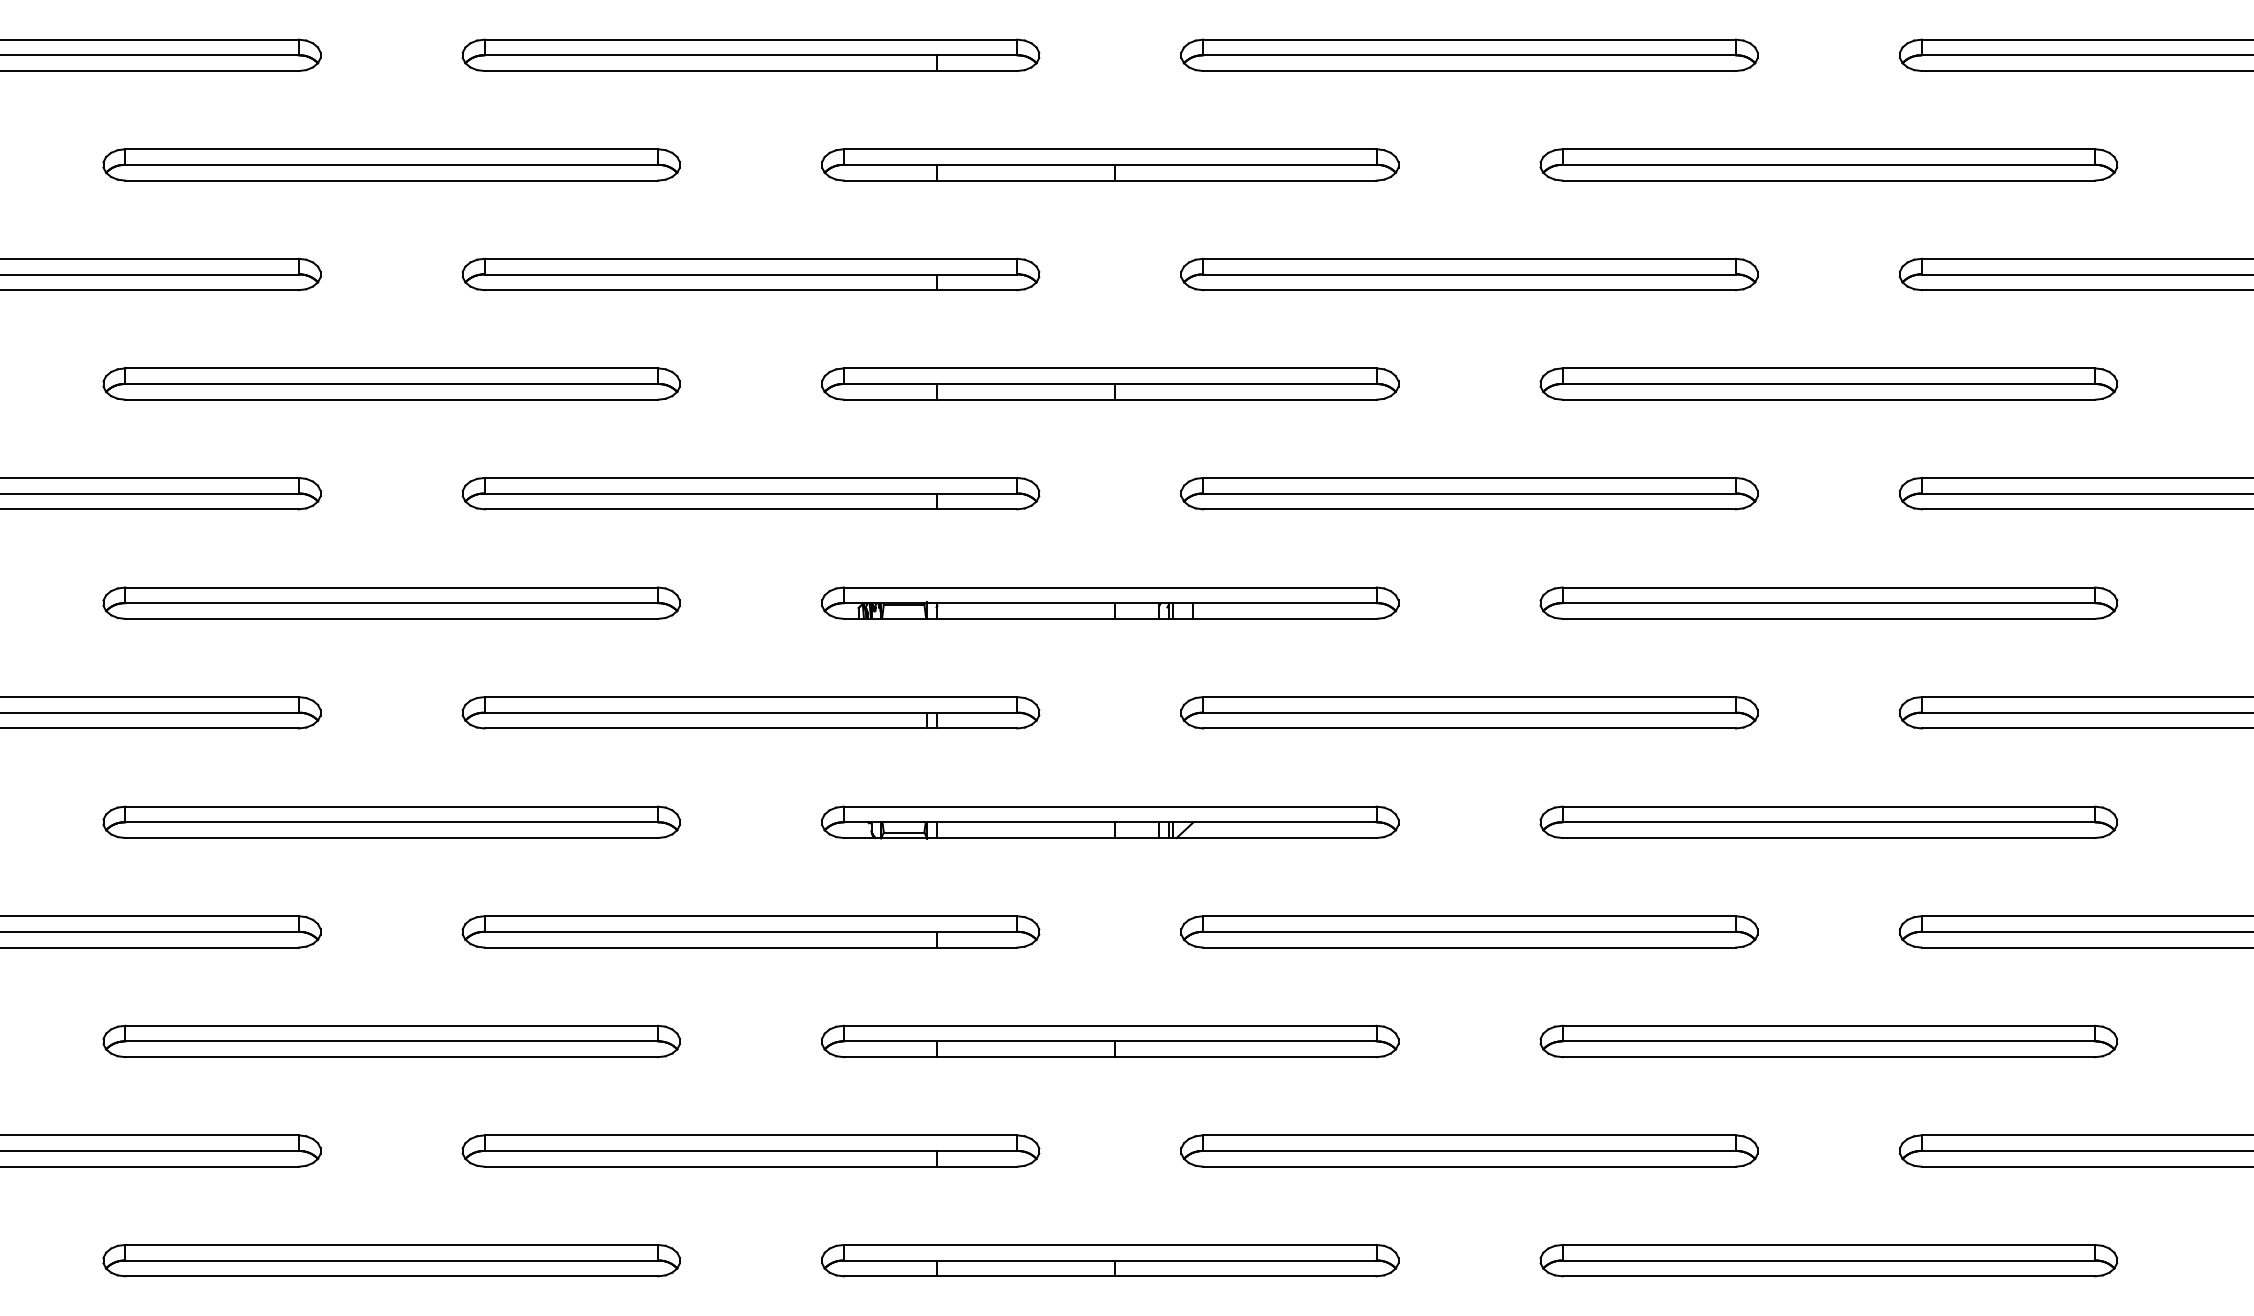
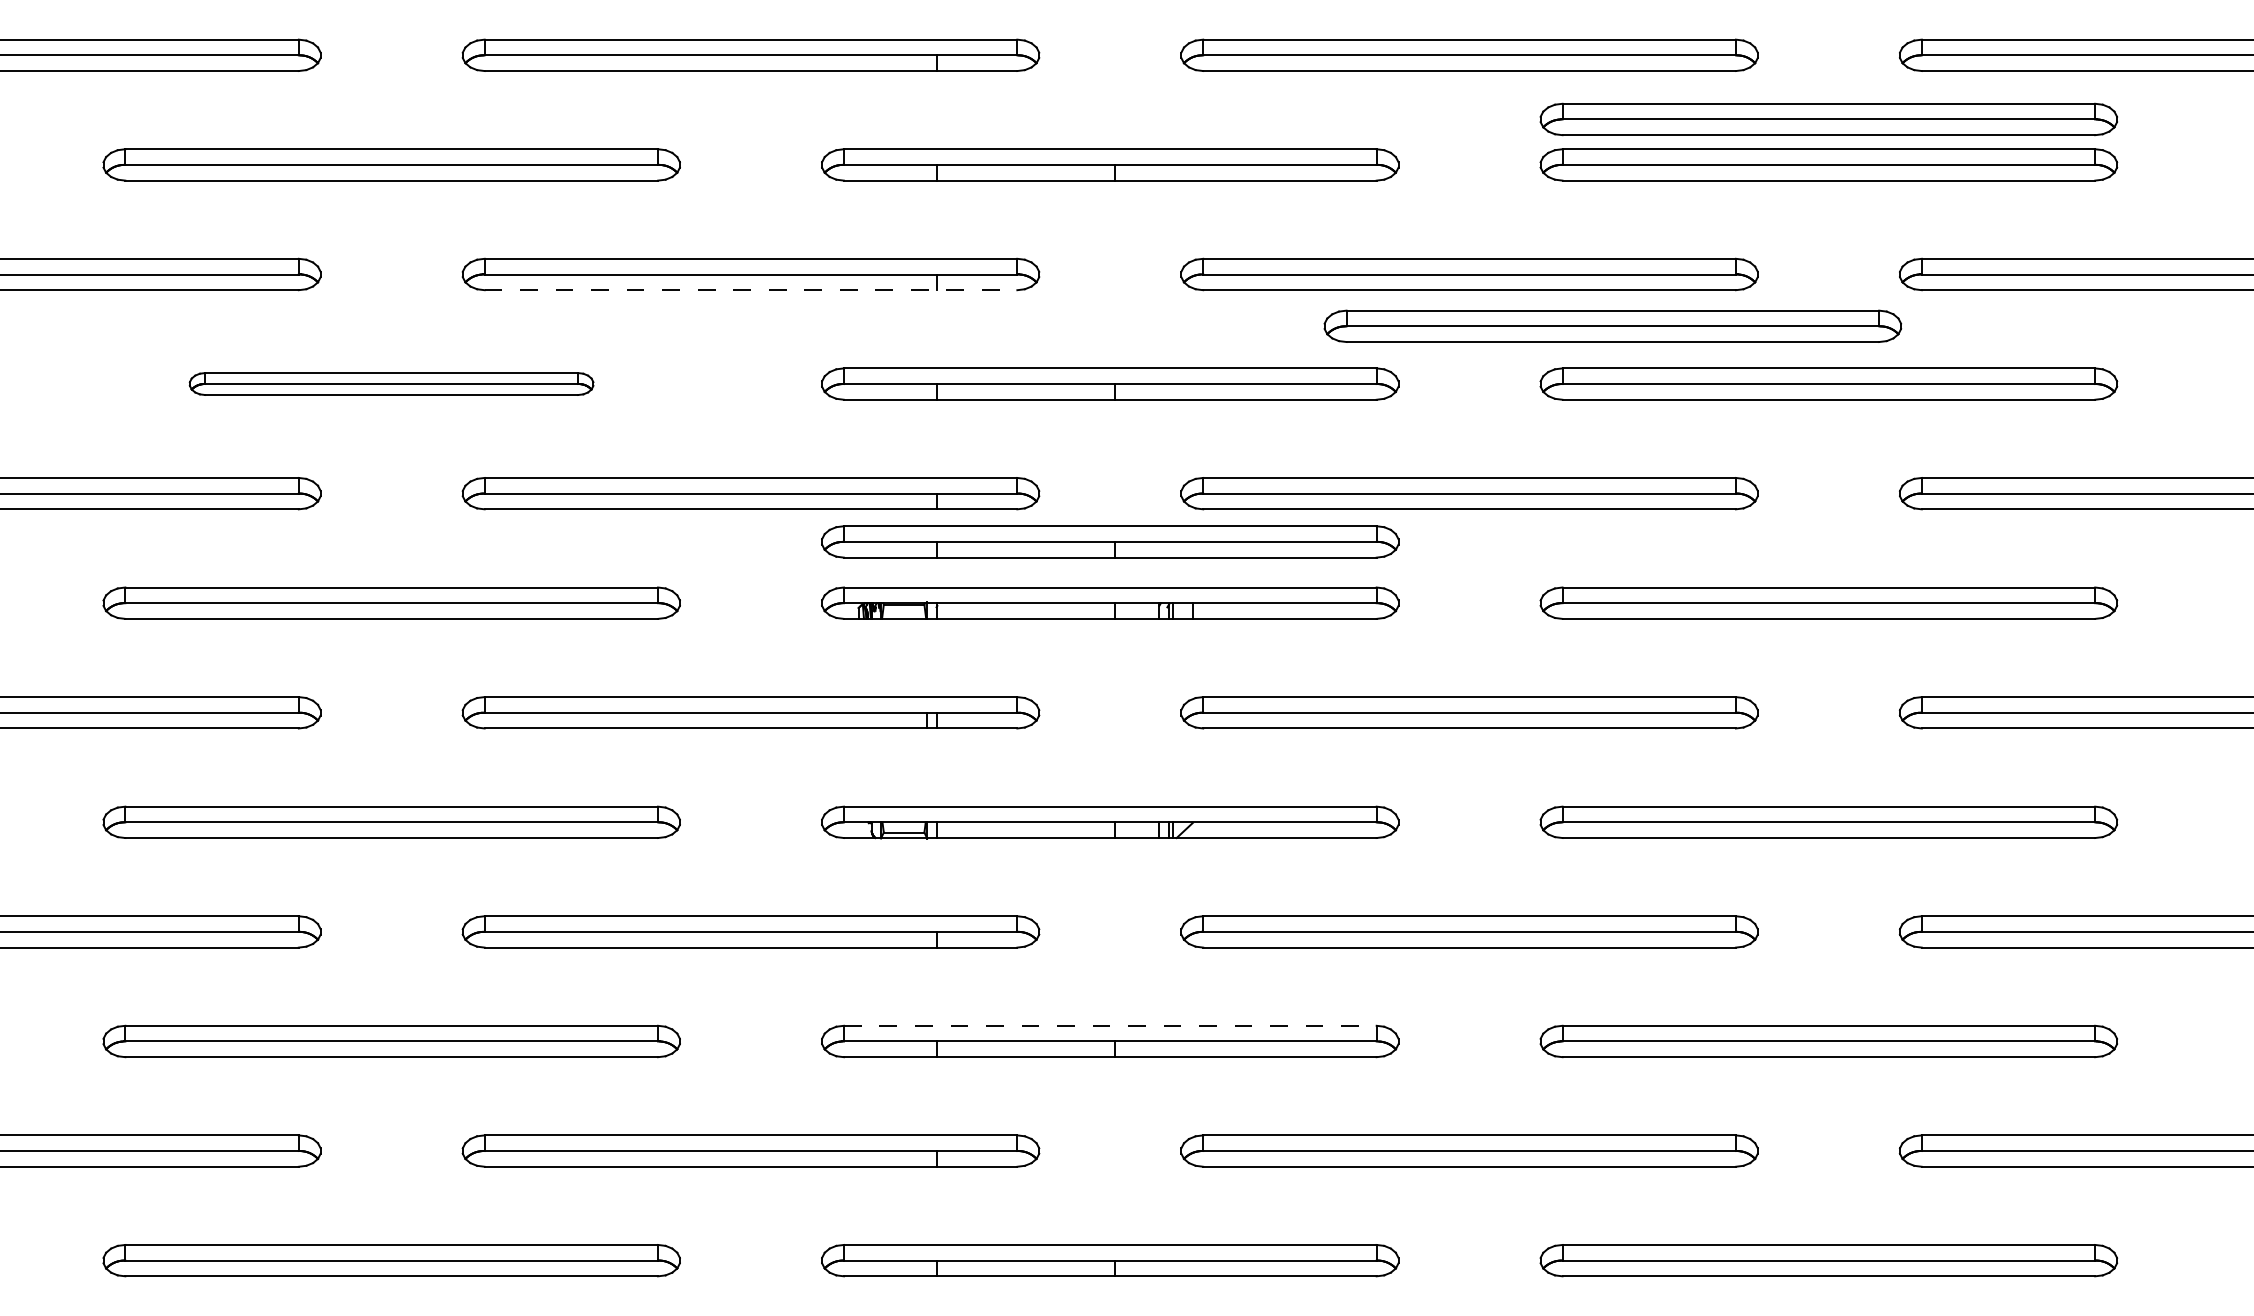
part at (1828, 119): none -> present
line at (751, 290): solid -> dashed
part at (1612, 325): none -> present
part at (391, 383) size: 579x34 px -> 407x24 px
part at (1110, 541): none -> present
line at (1110, 1025): solid -> dashed
